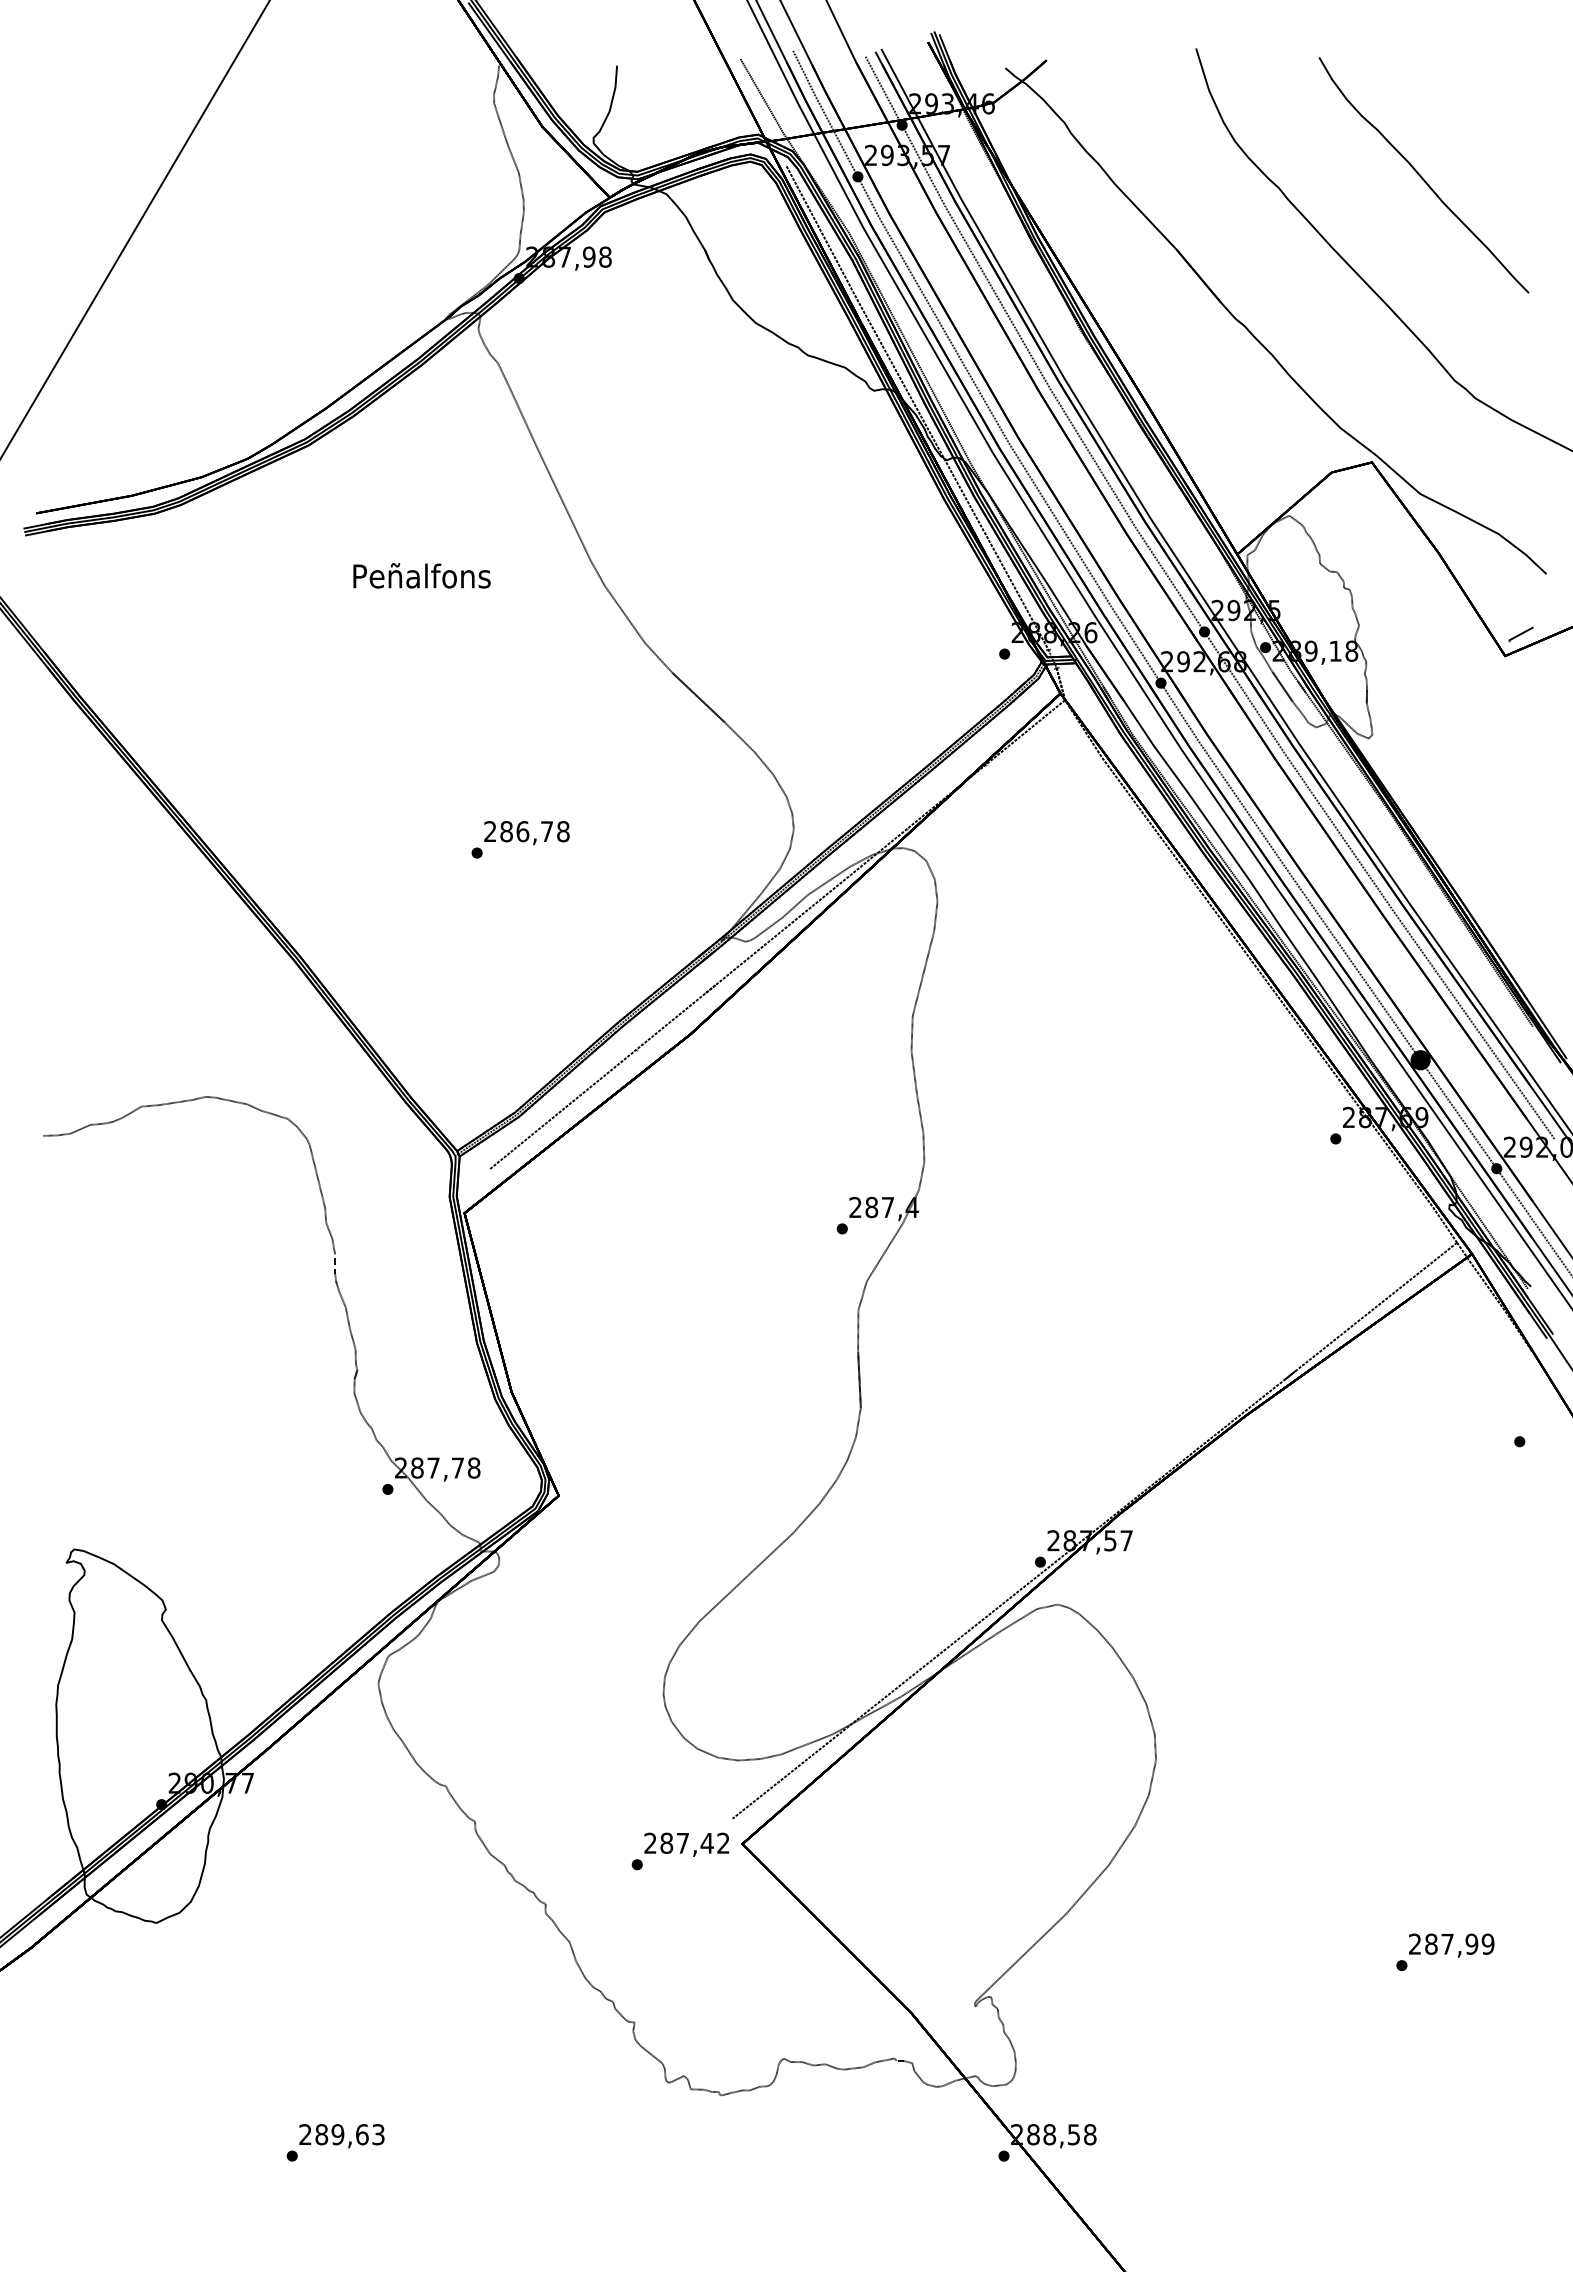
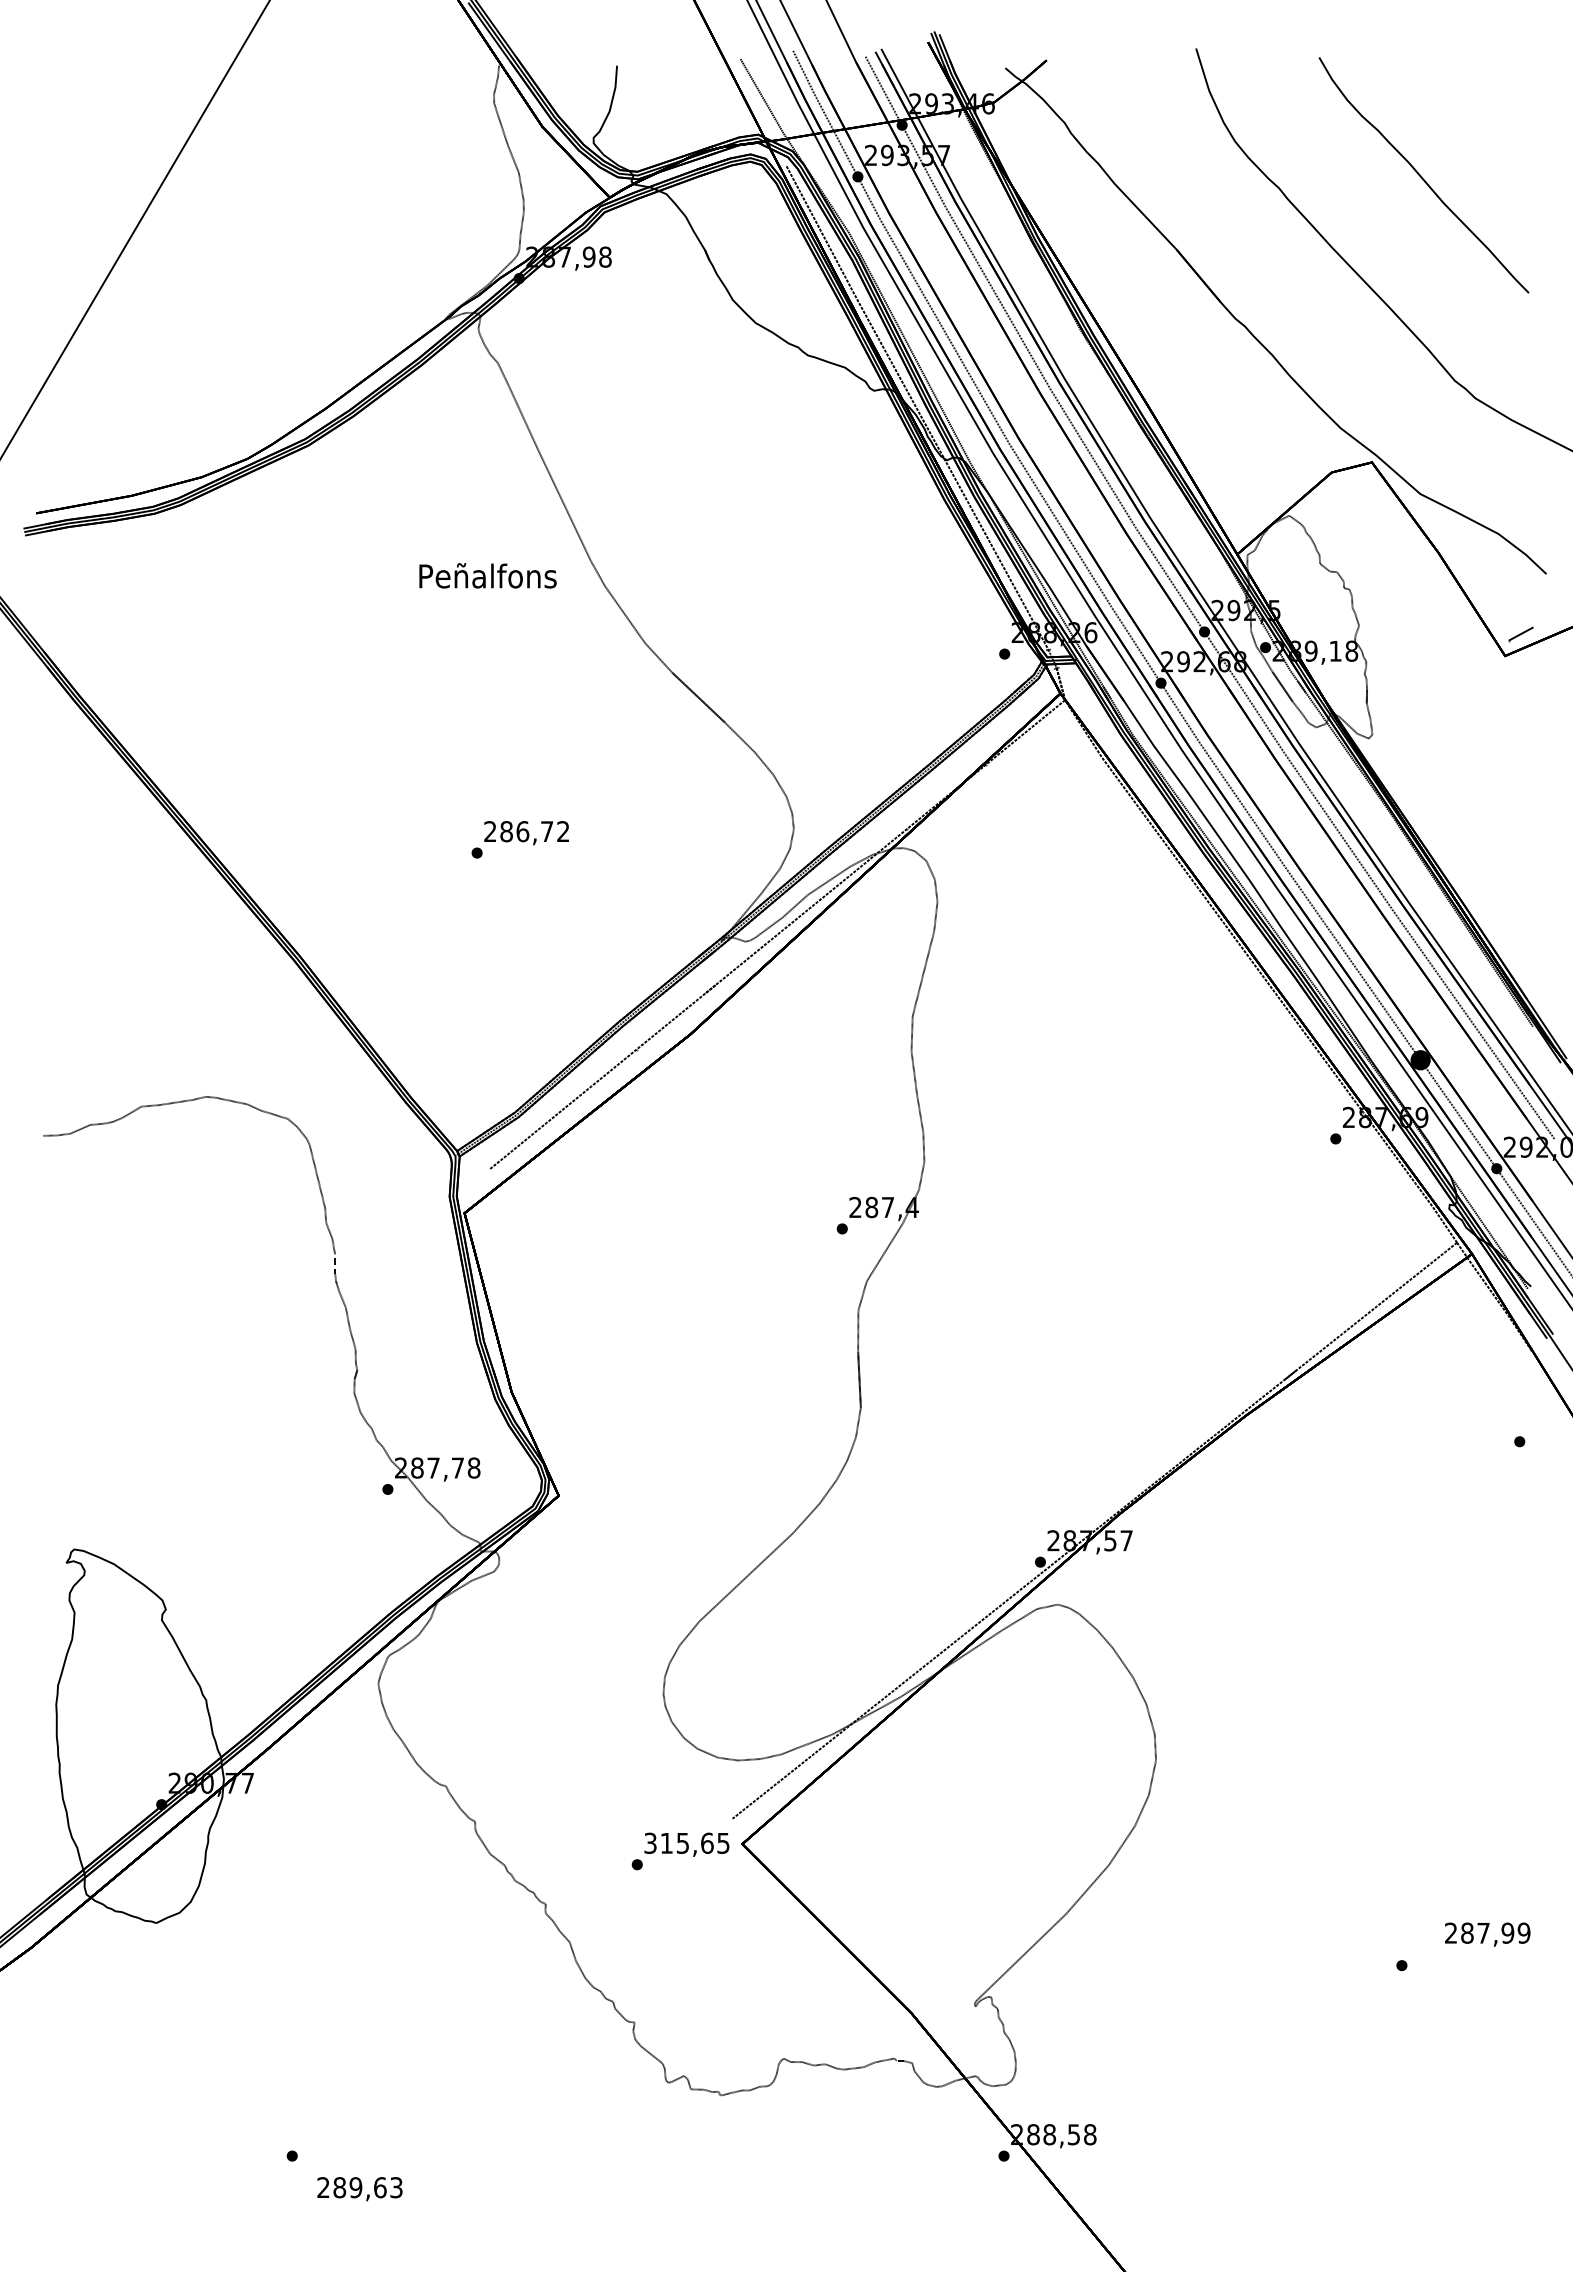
text at (421, 575) position: (421, 575) -> (487, 575)
text at (563, 831): 286,78 -> 286,72
text at (686, 1842): 287,42 -> 315,65
text at (1451, 1945) position: (1451, 1945) -> (1487, 1934)
text at (341, 2136) position: (341, 2136) -> (359, 2189)
